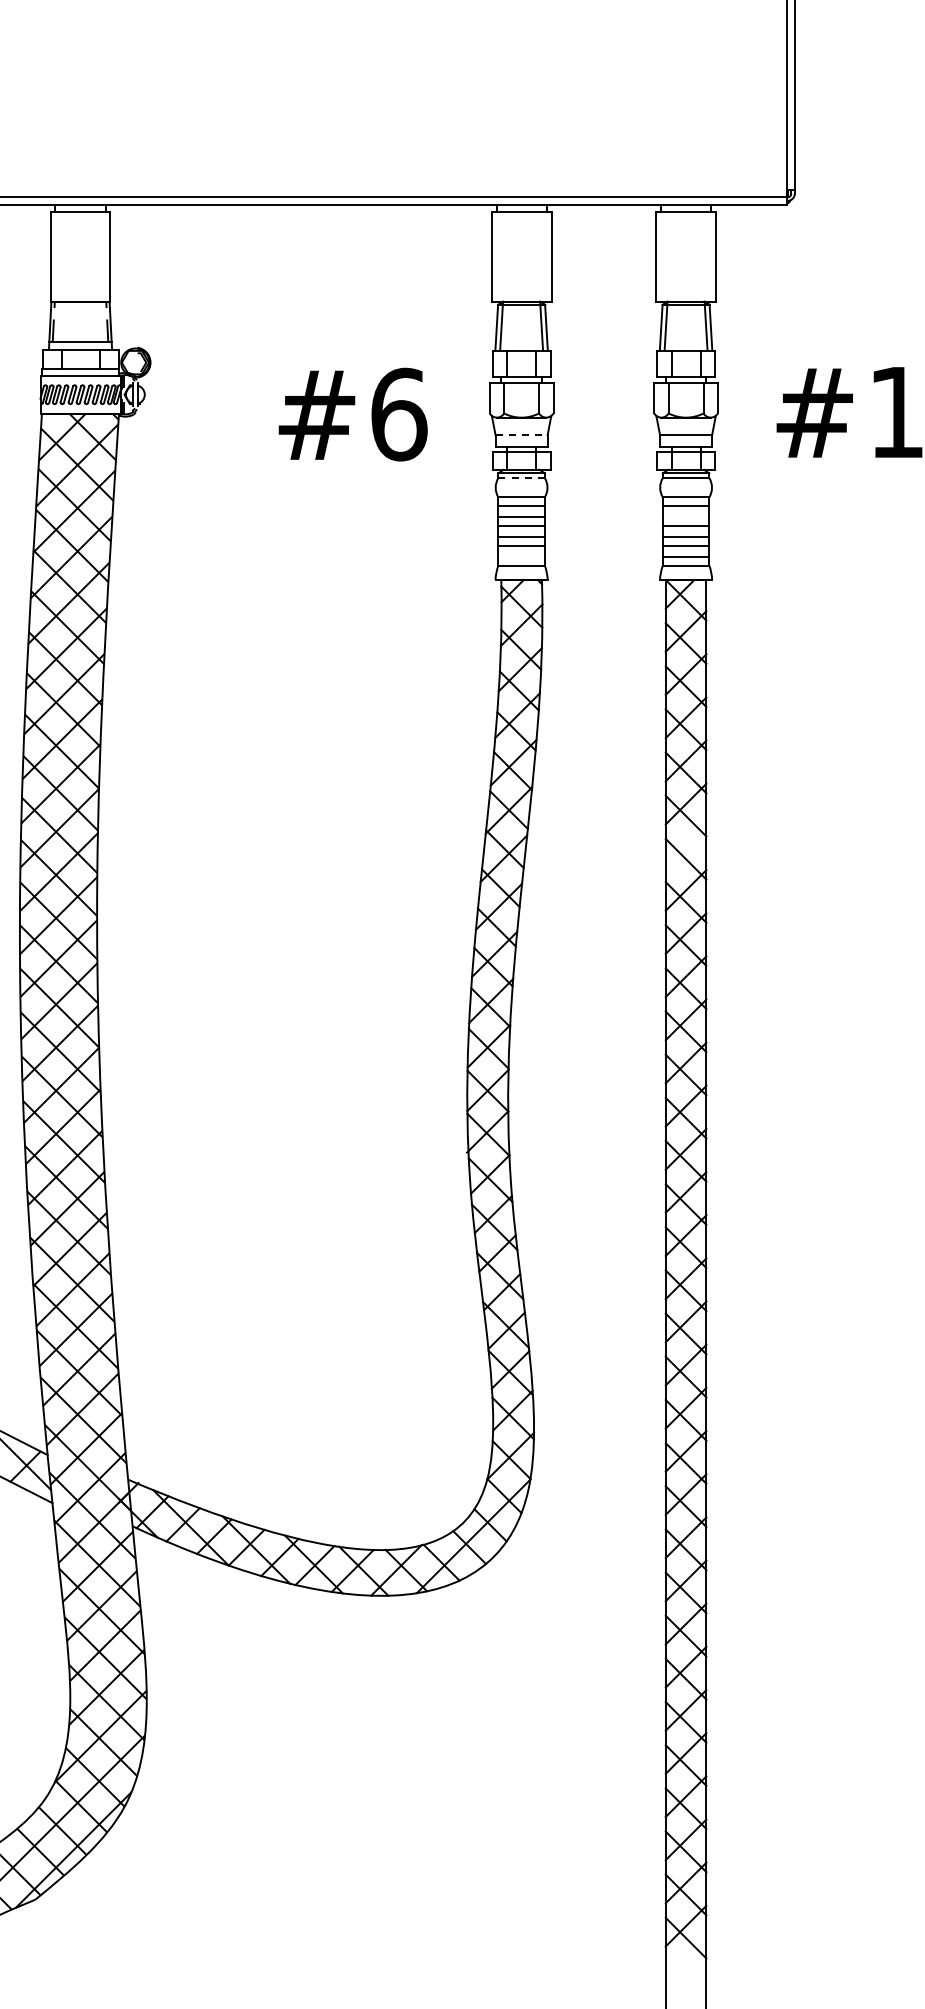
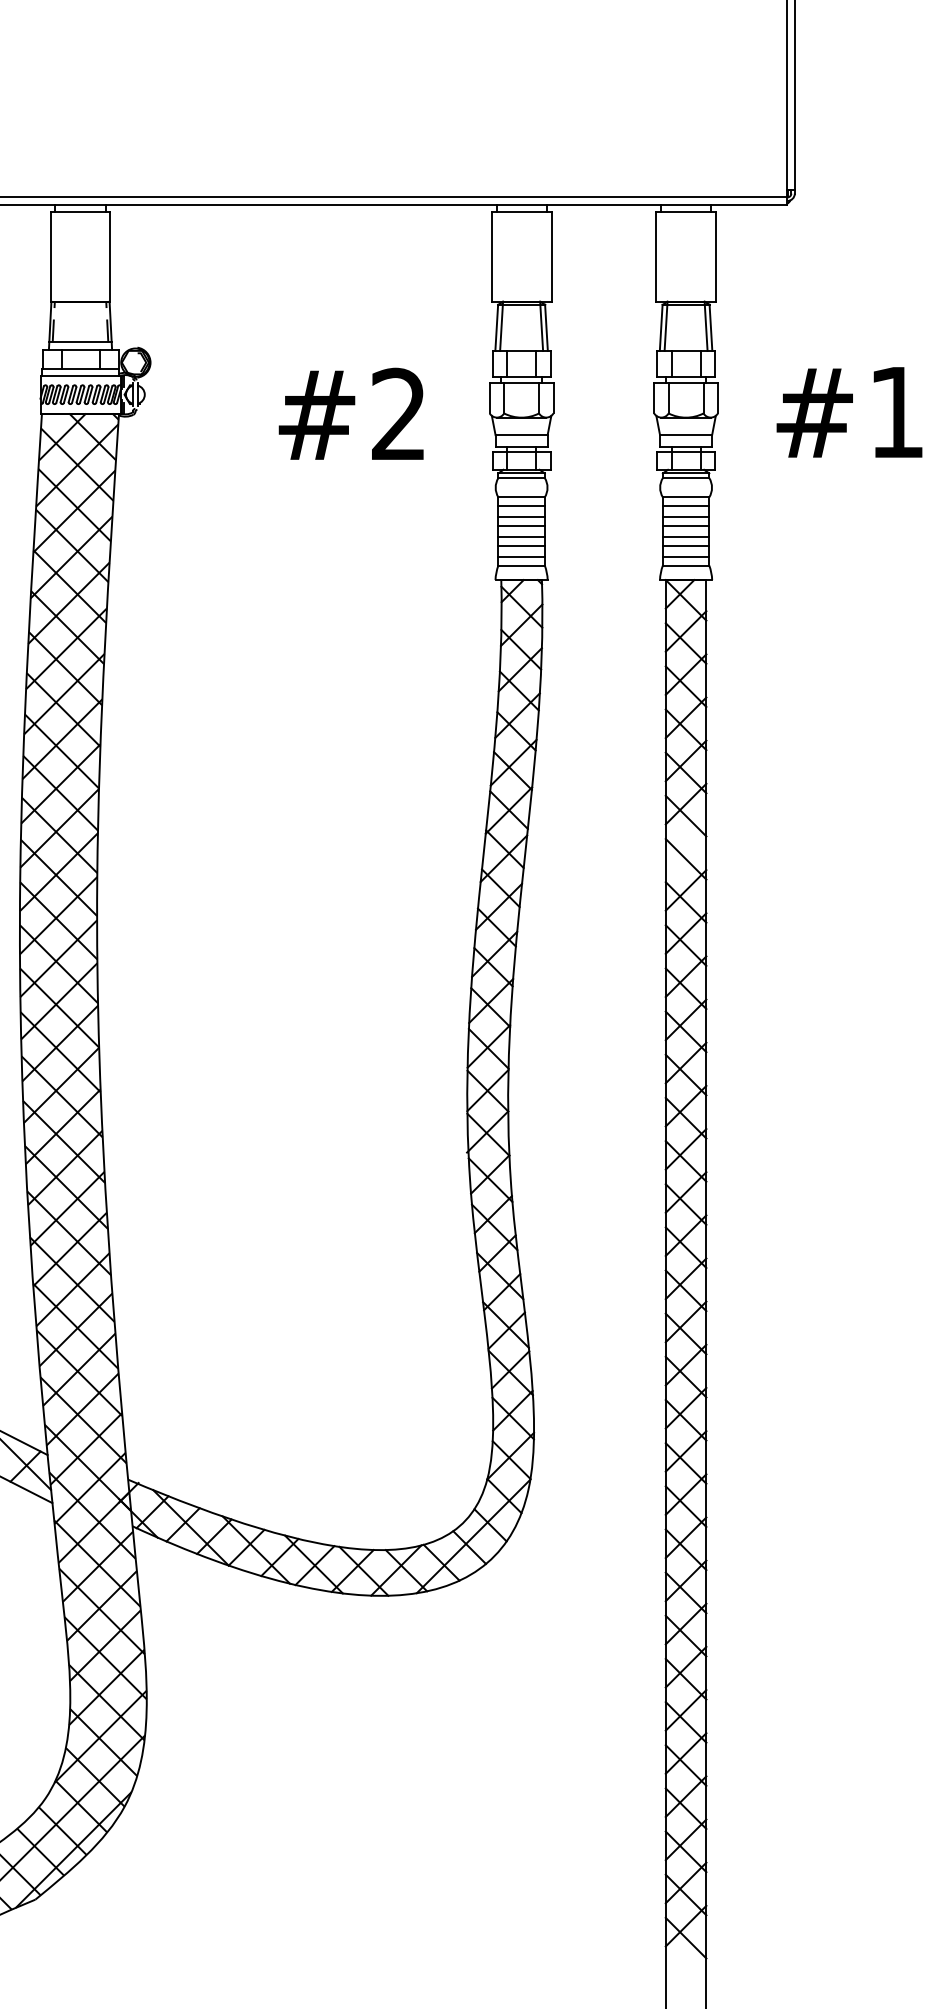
text at (399, 414): #6 -> #2
line at (522, 435): dashed -> solid
line at (522, 478): dashed -> solid
line at (685, 517): none -> present
line at (521, 557): none -> present
